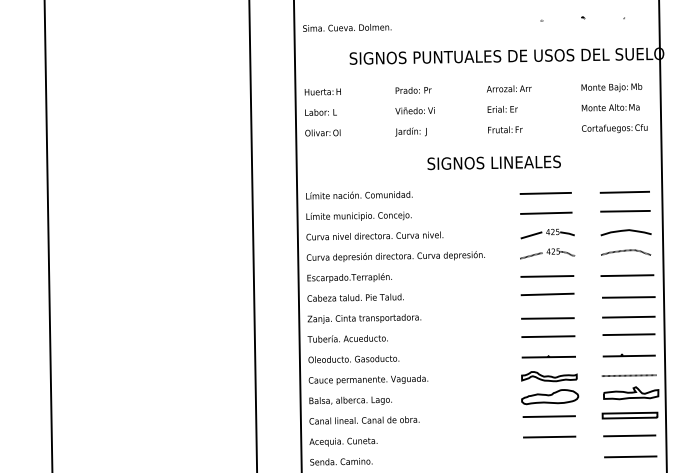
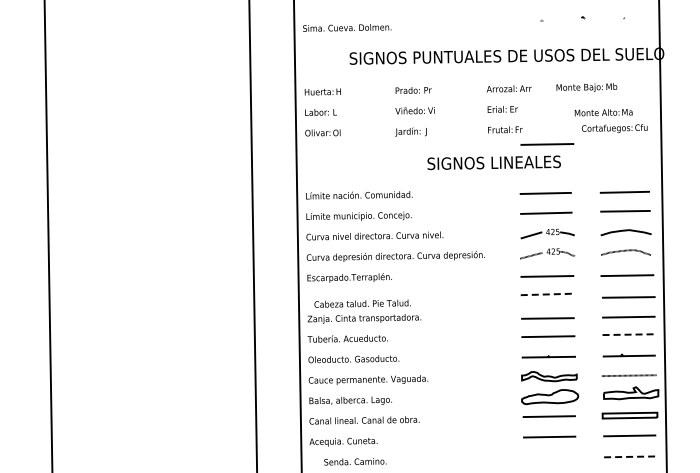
text at (611, 87) position: (611, 87) -> (586, 87)
text at (610, 107) position: (610, 107) -> (603, 112)
line at (547, 144): none -> present
line at (547, 294): solid -> dashed
text at (355, 297) position: (355, 297) -> (362, 303)
line at (629, 334): solid -> dashed
line at (630, 456): solid -> dashed
text at (341, 461) position: (341, 461) -> (355, 461)
